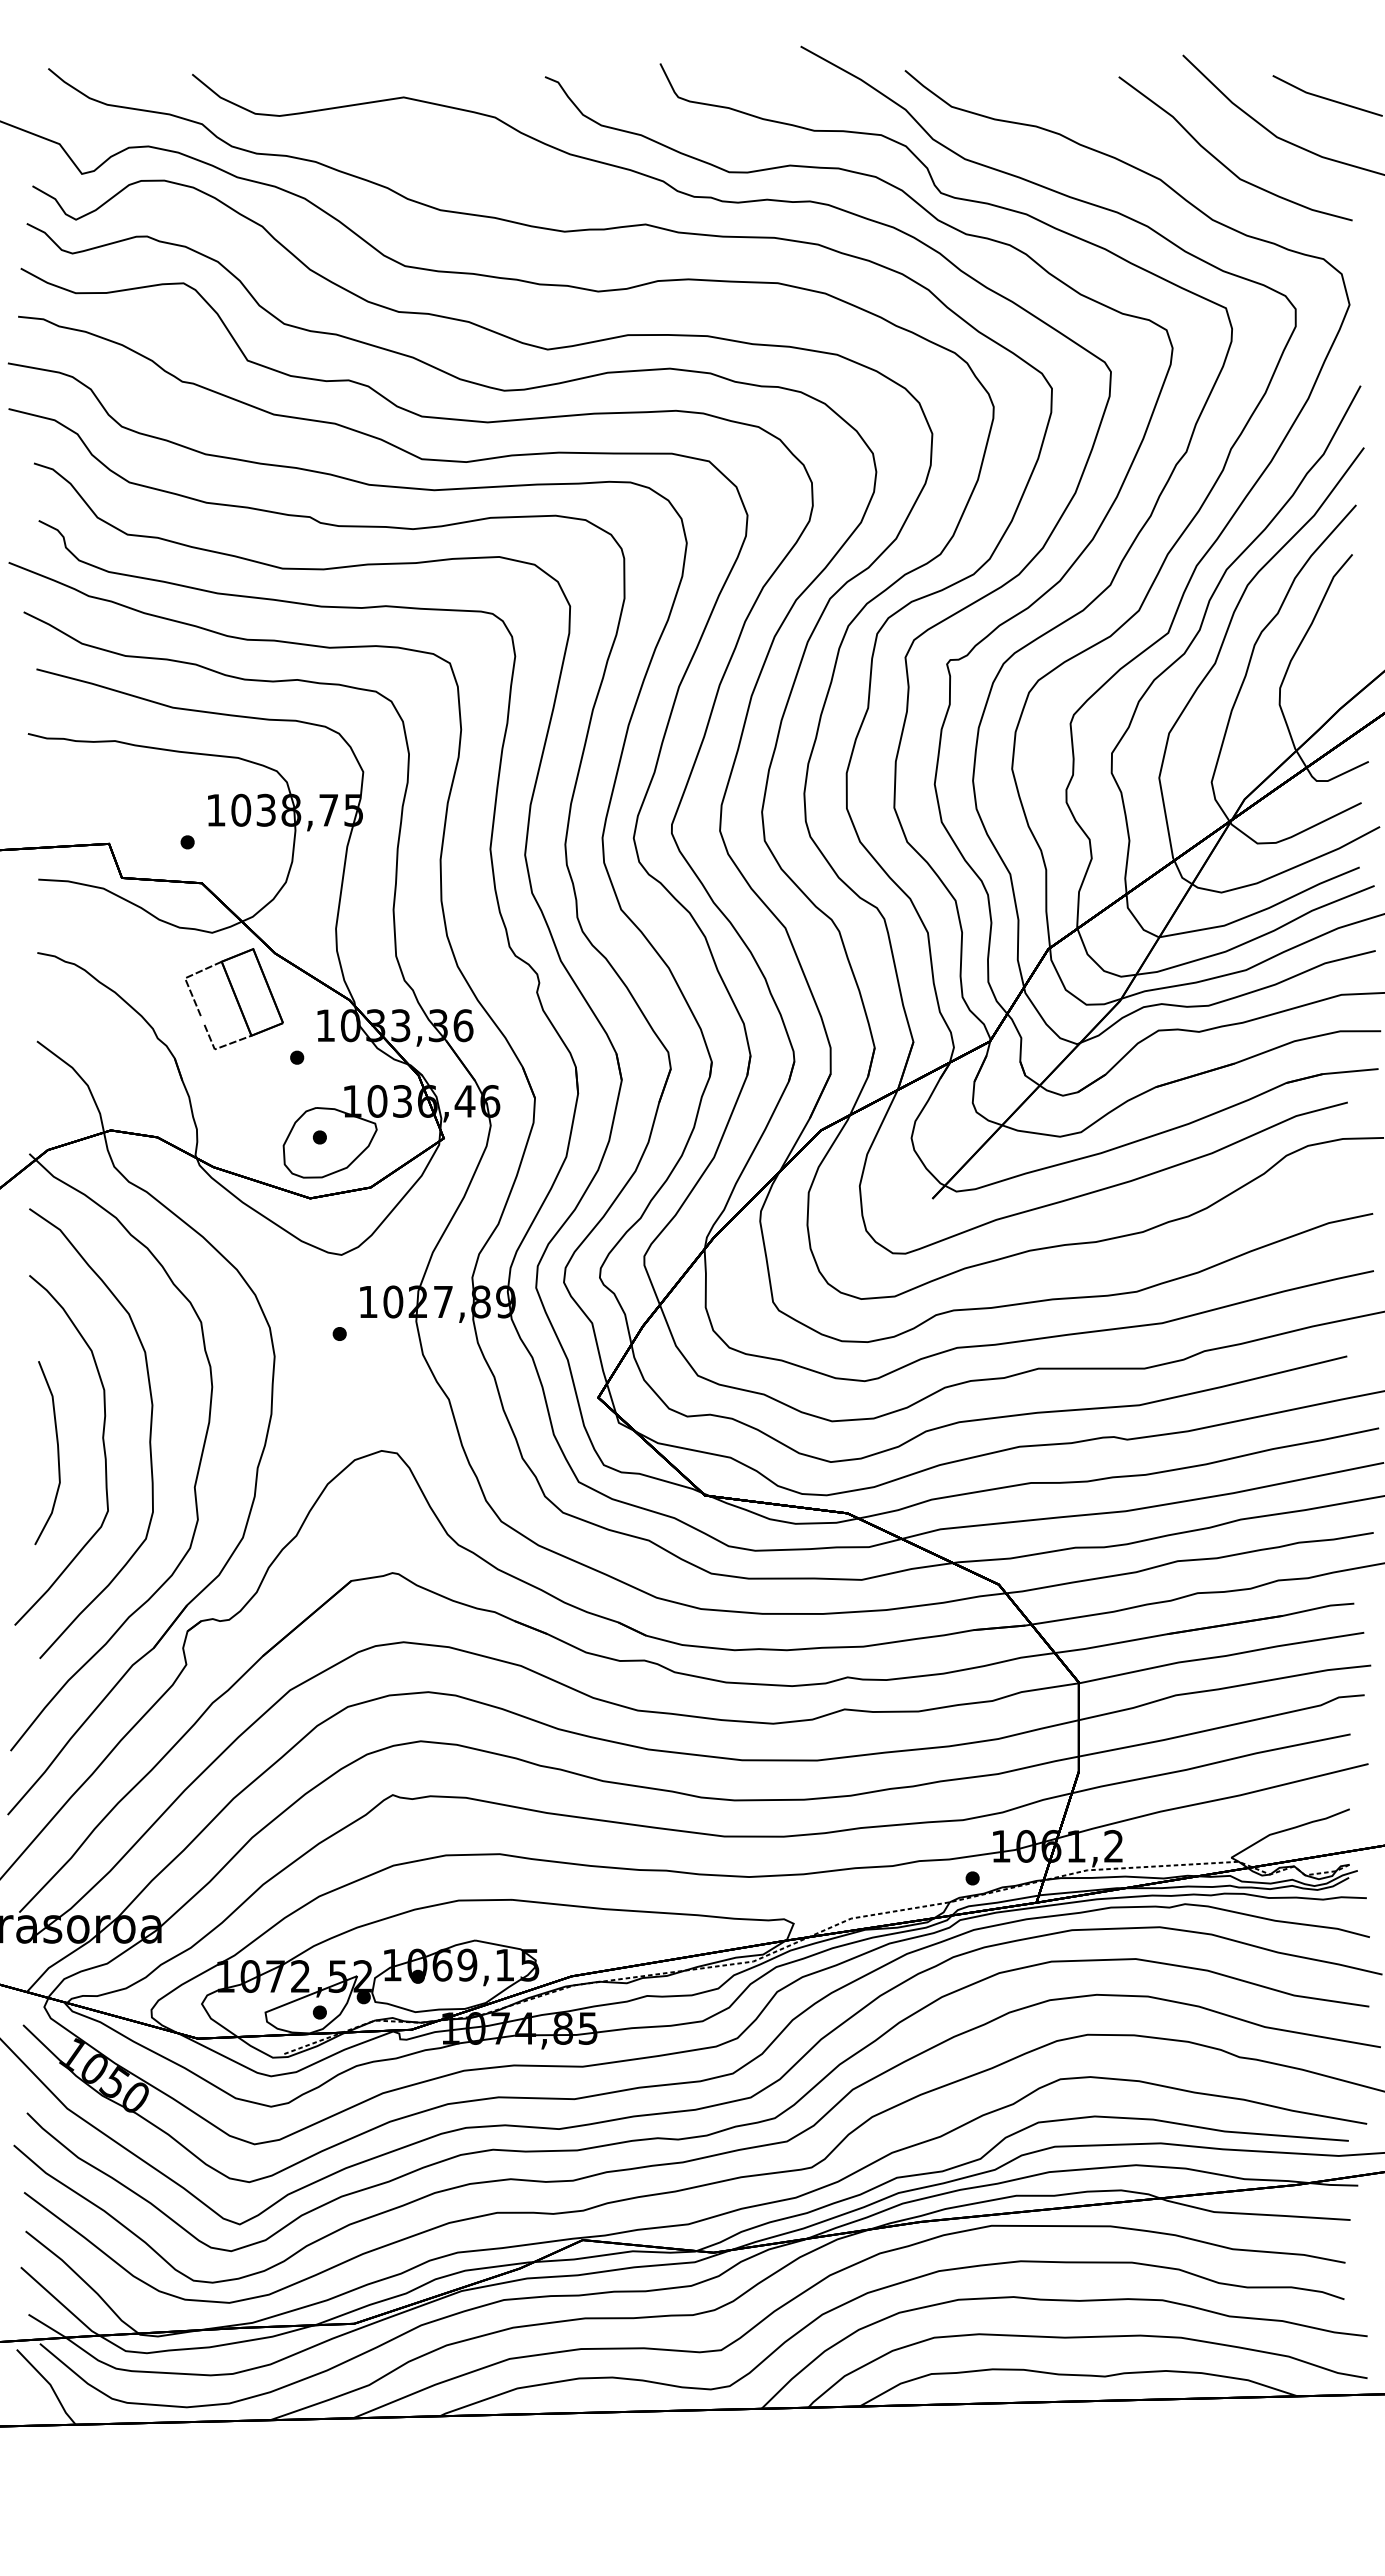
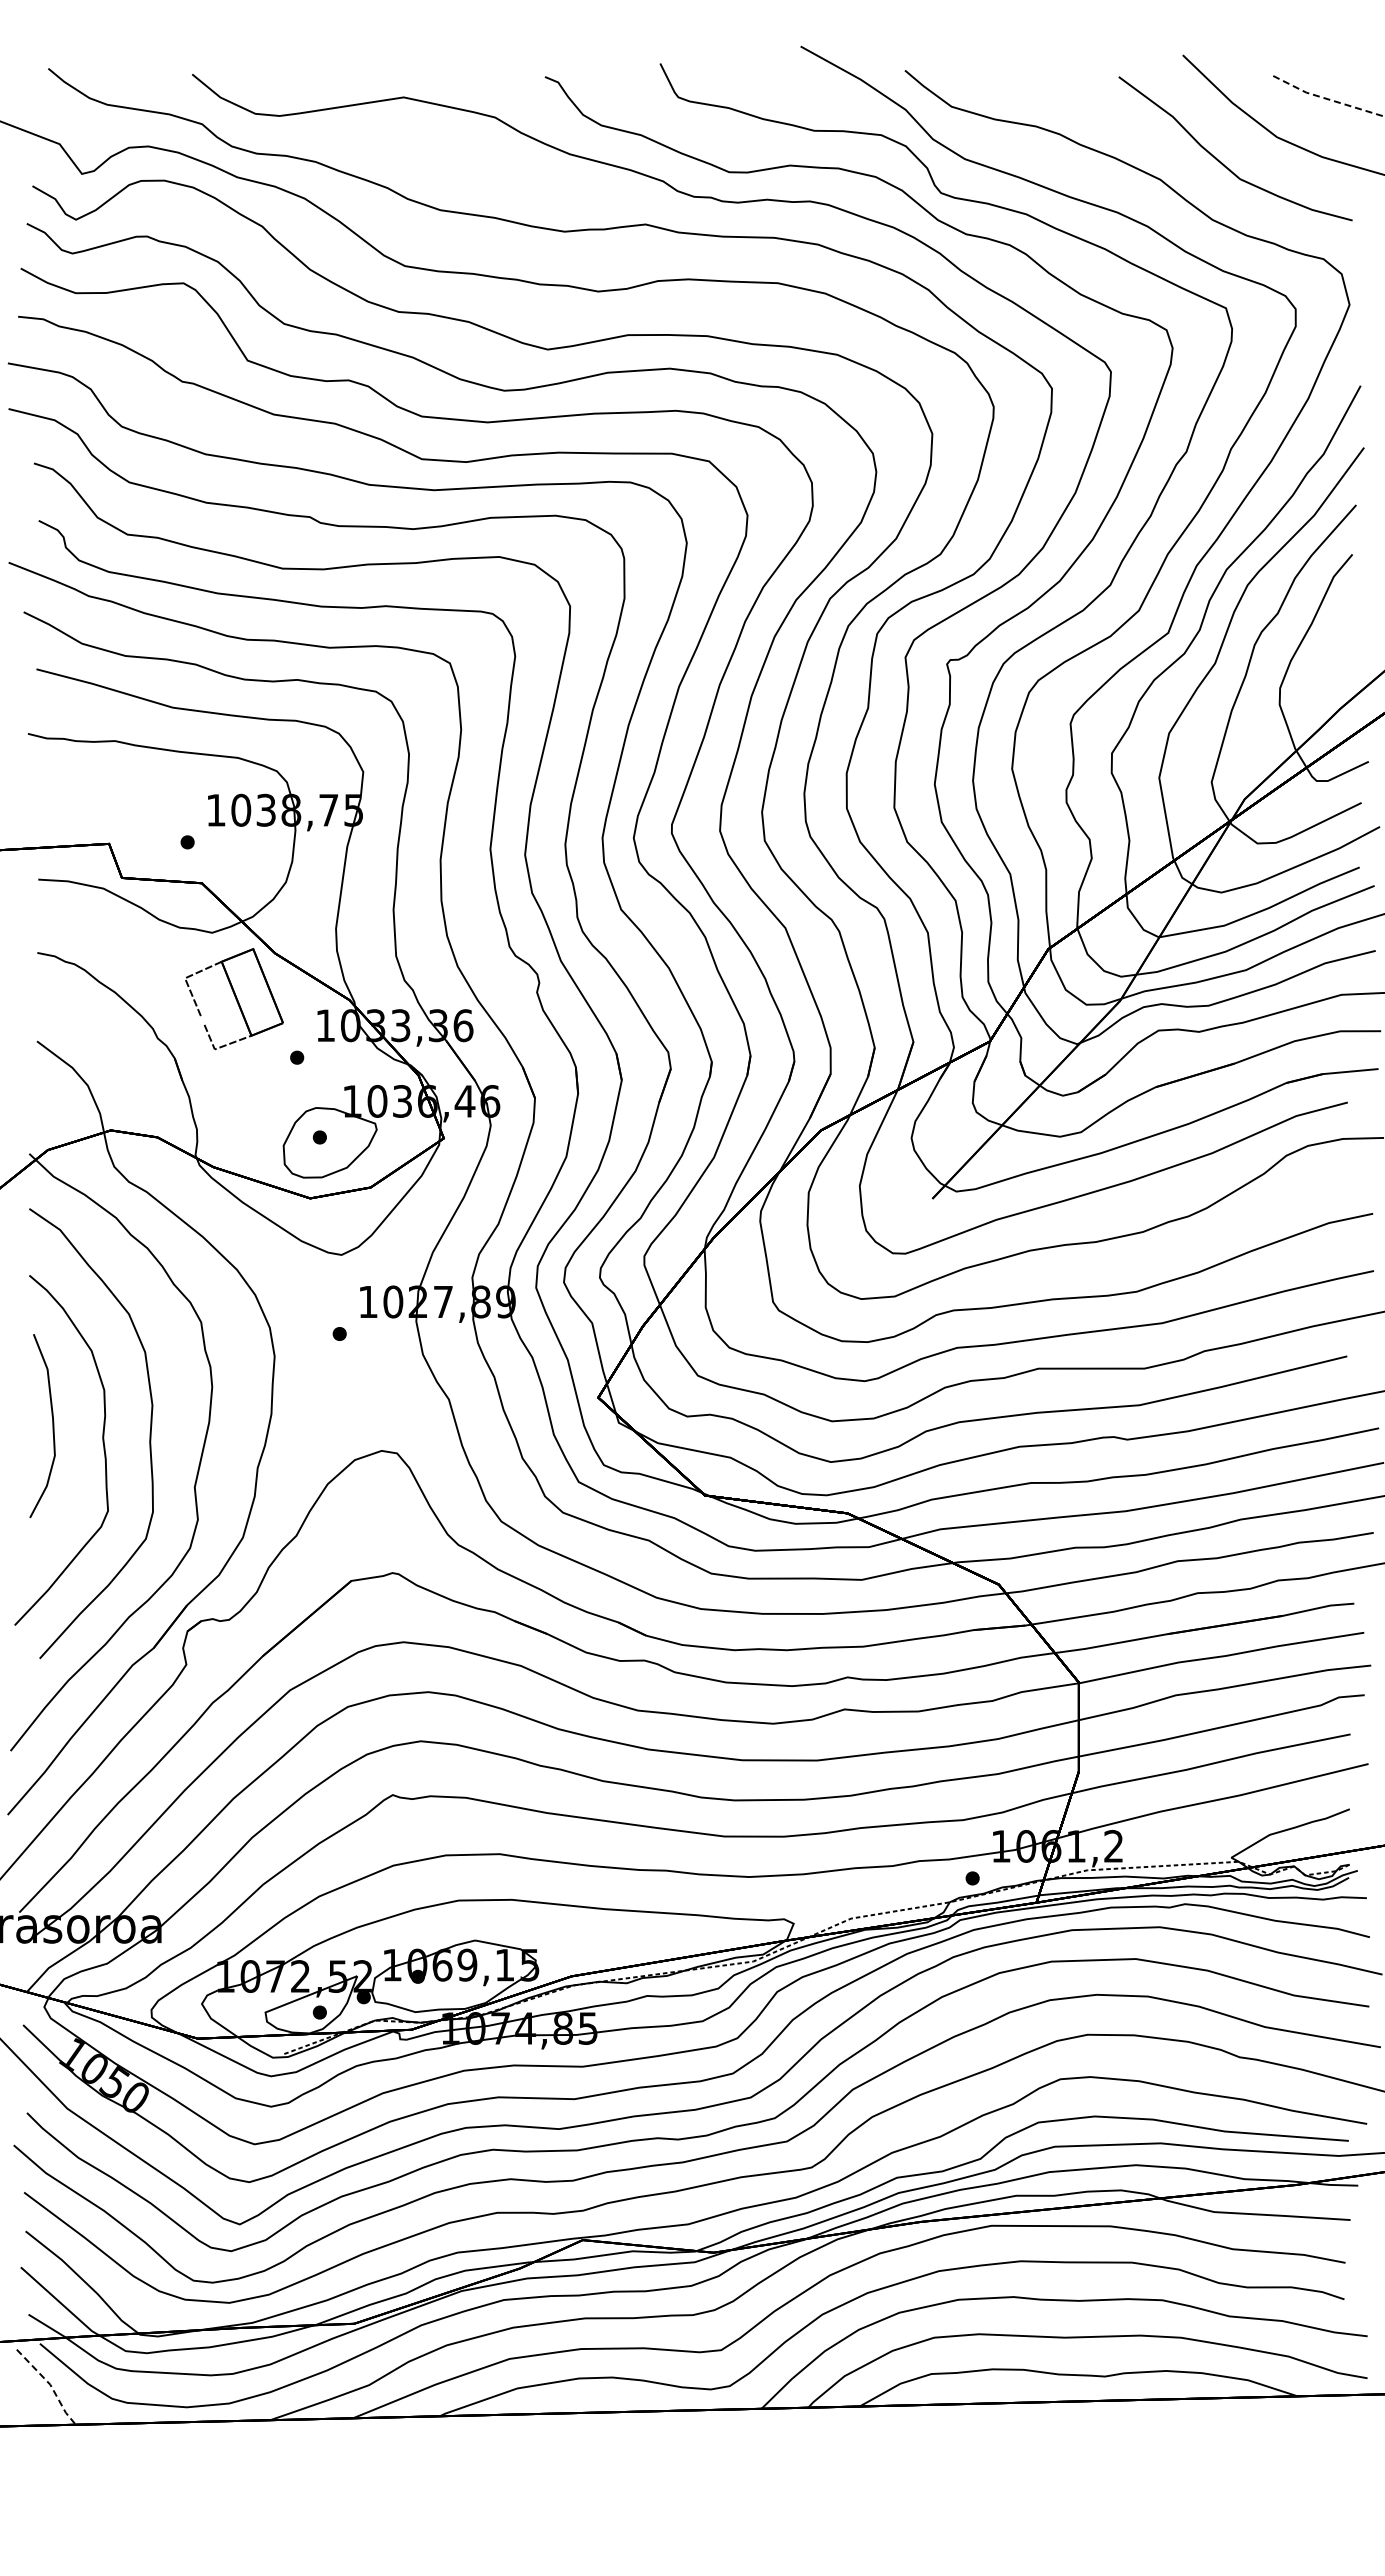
line at (1326, 98): solid -> dashed
curve at (57, 1453) position: (57, 1453) -> (52, 1426)
line at (50, 2384): solid -> dashed
